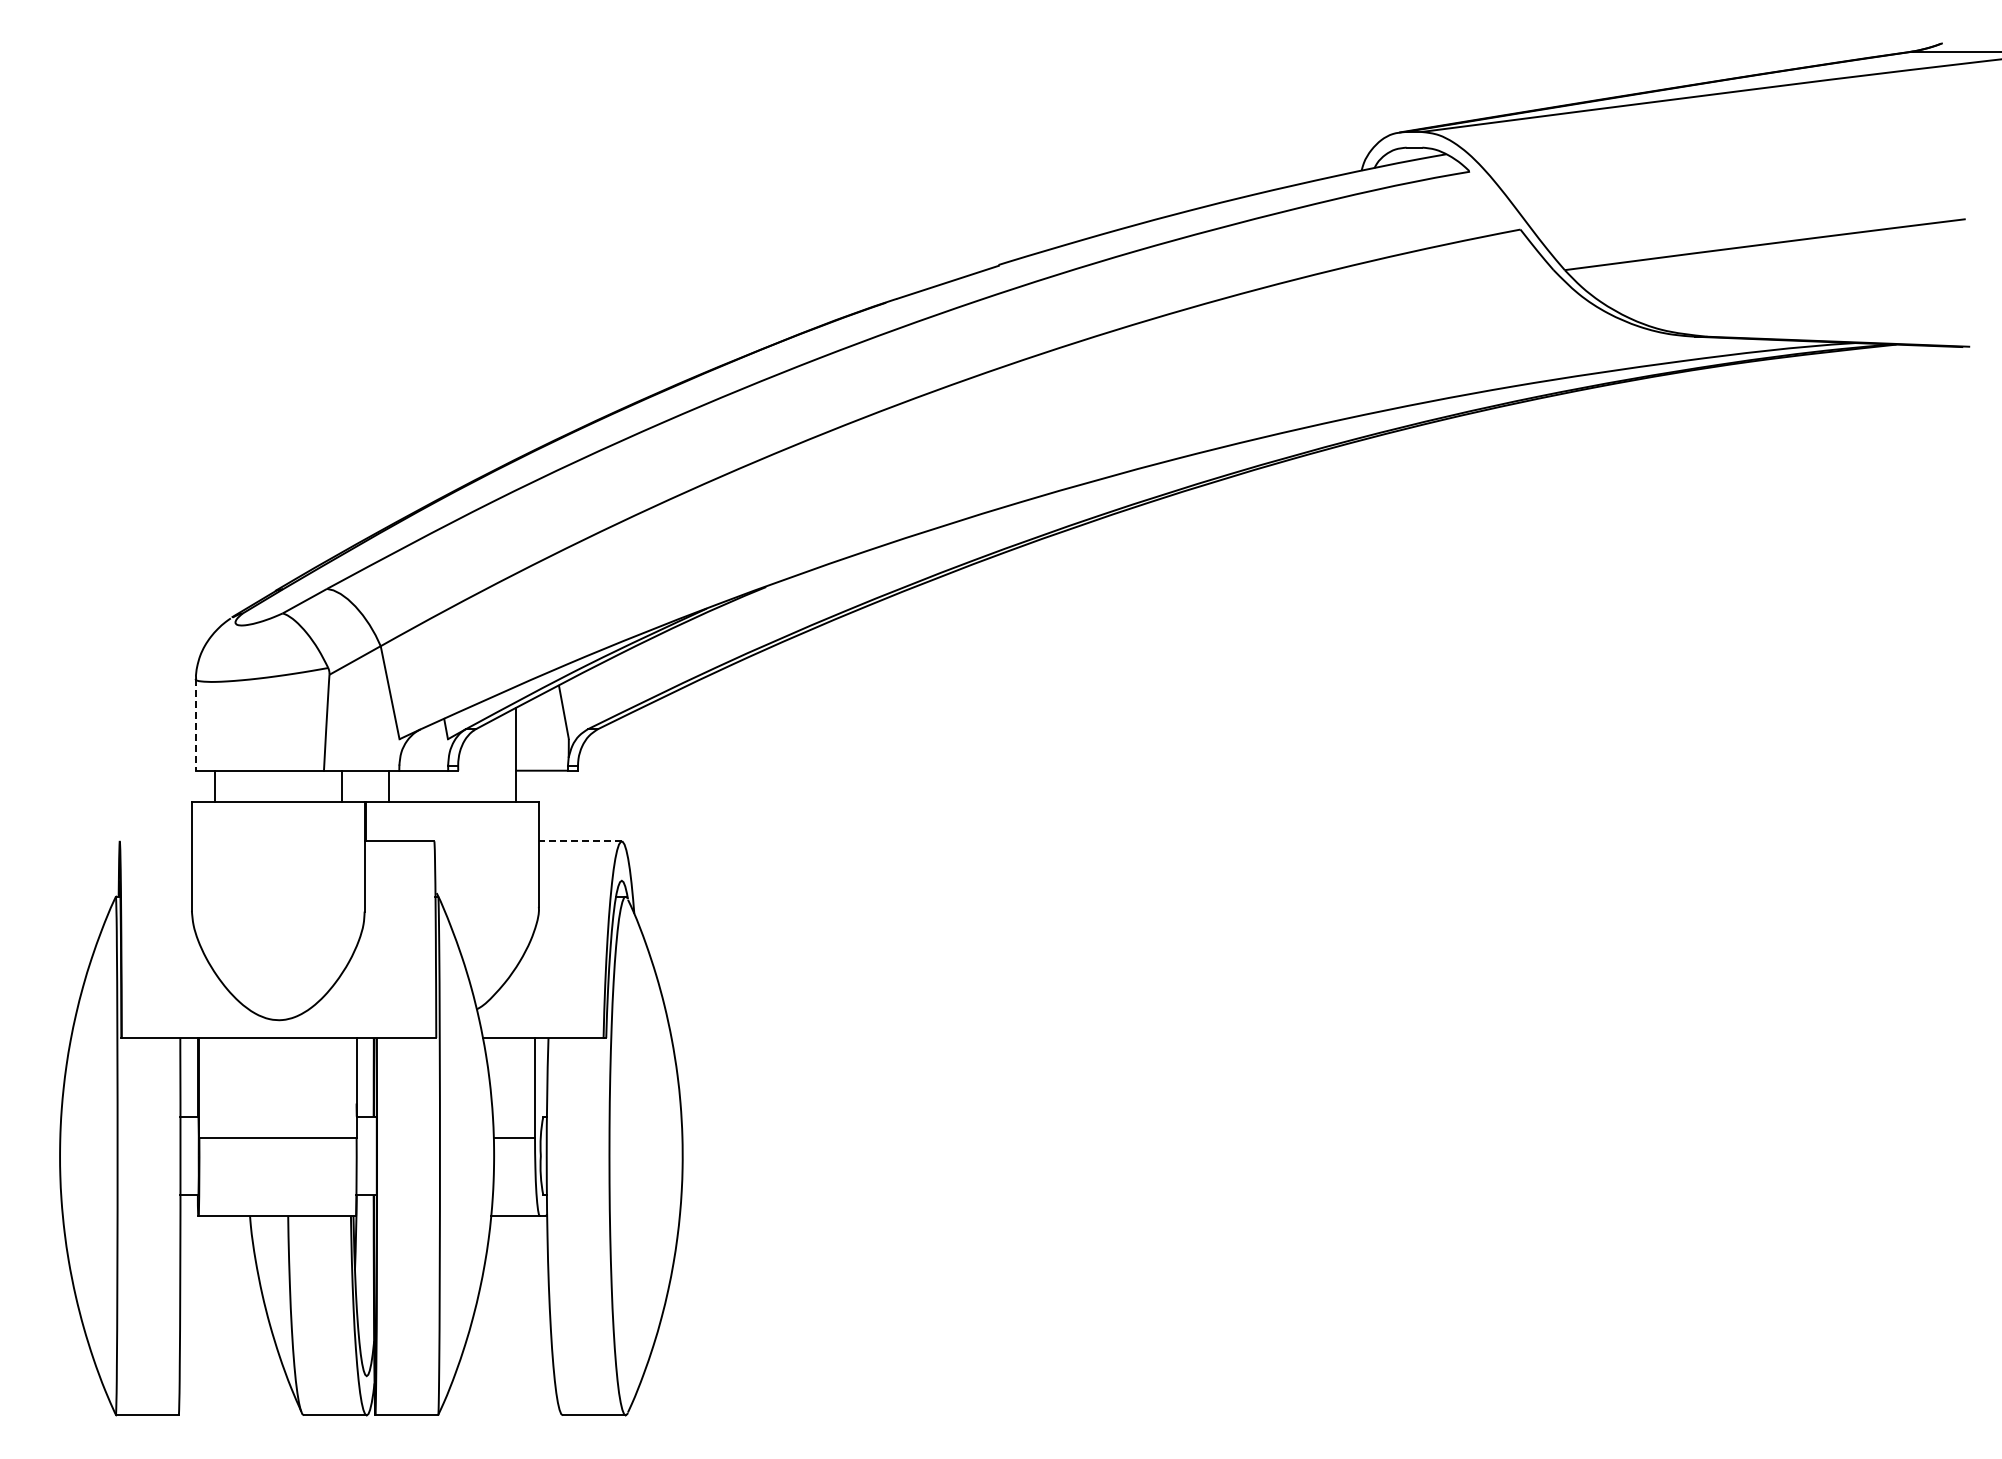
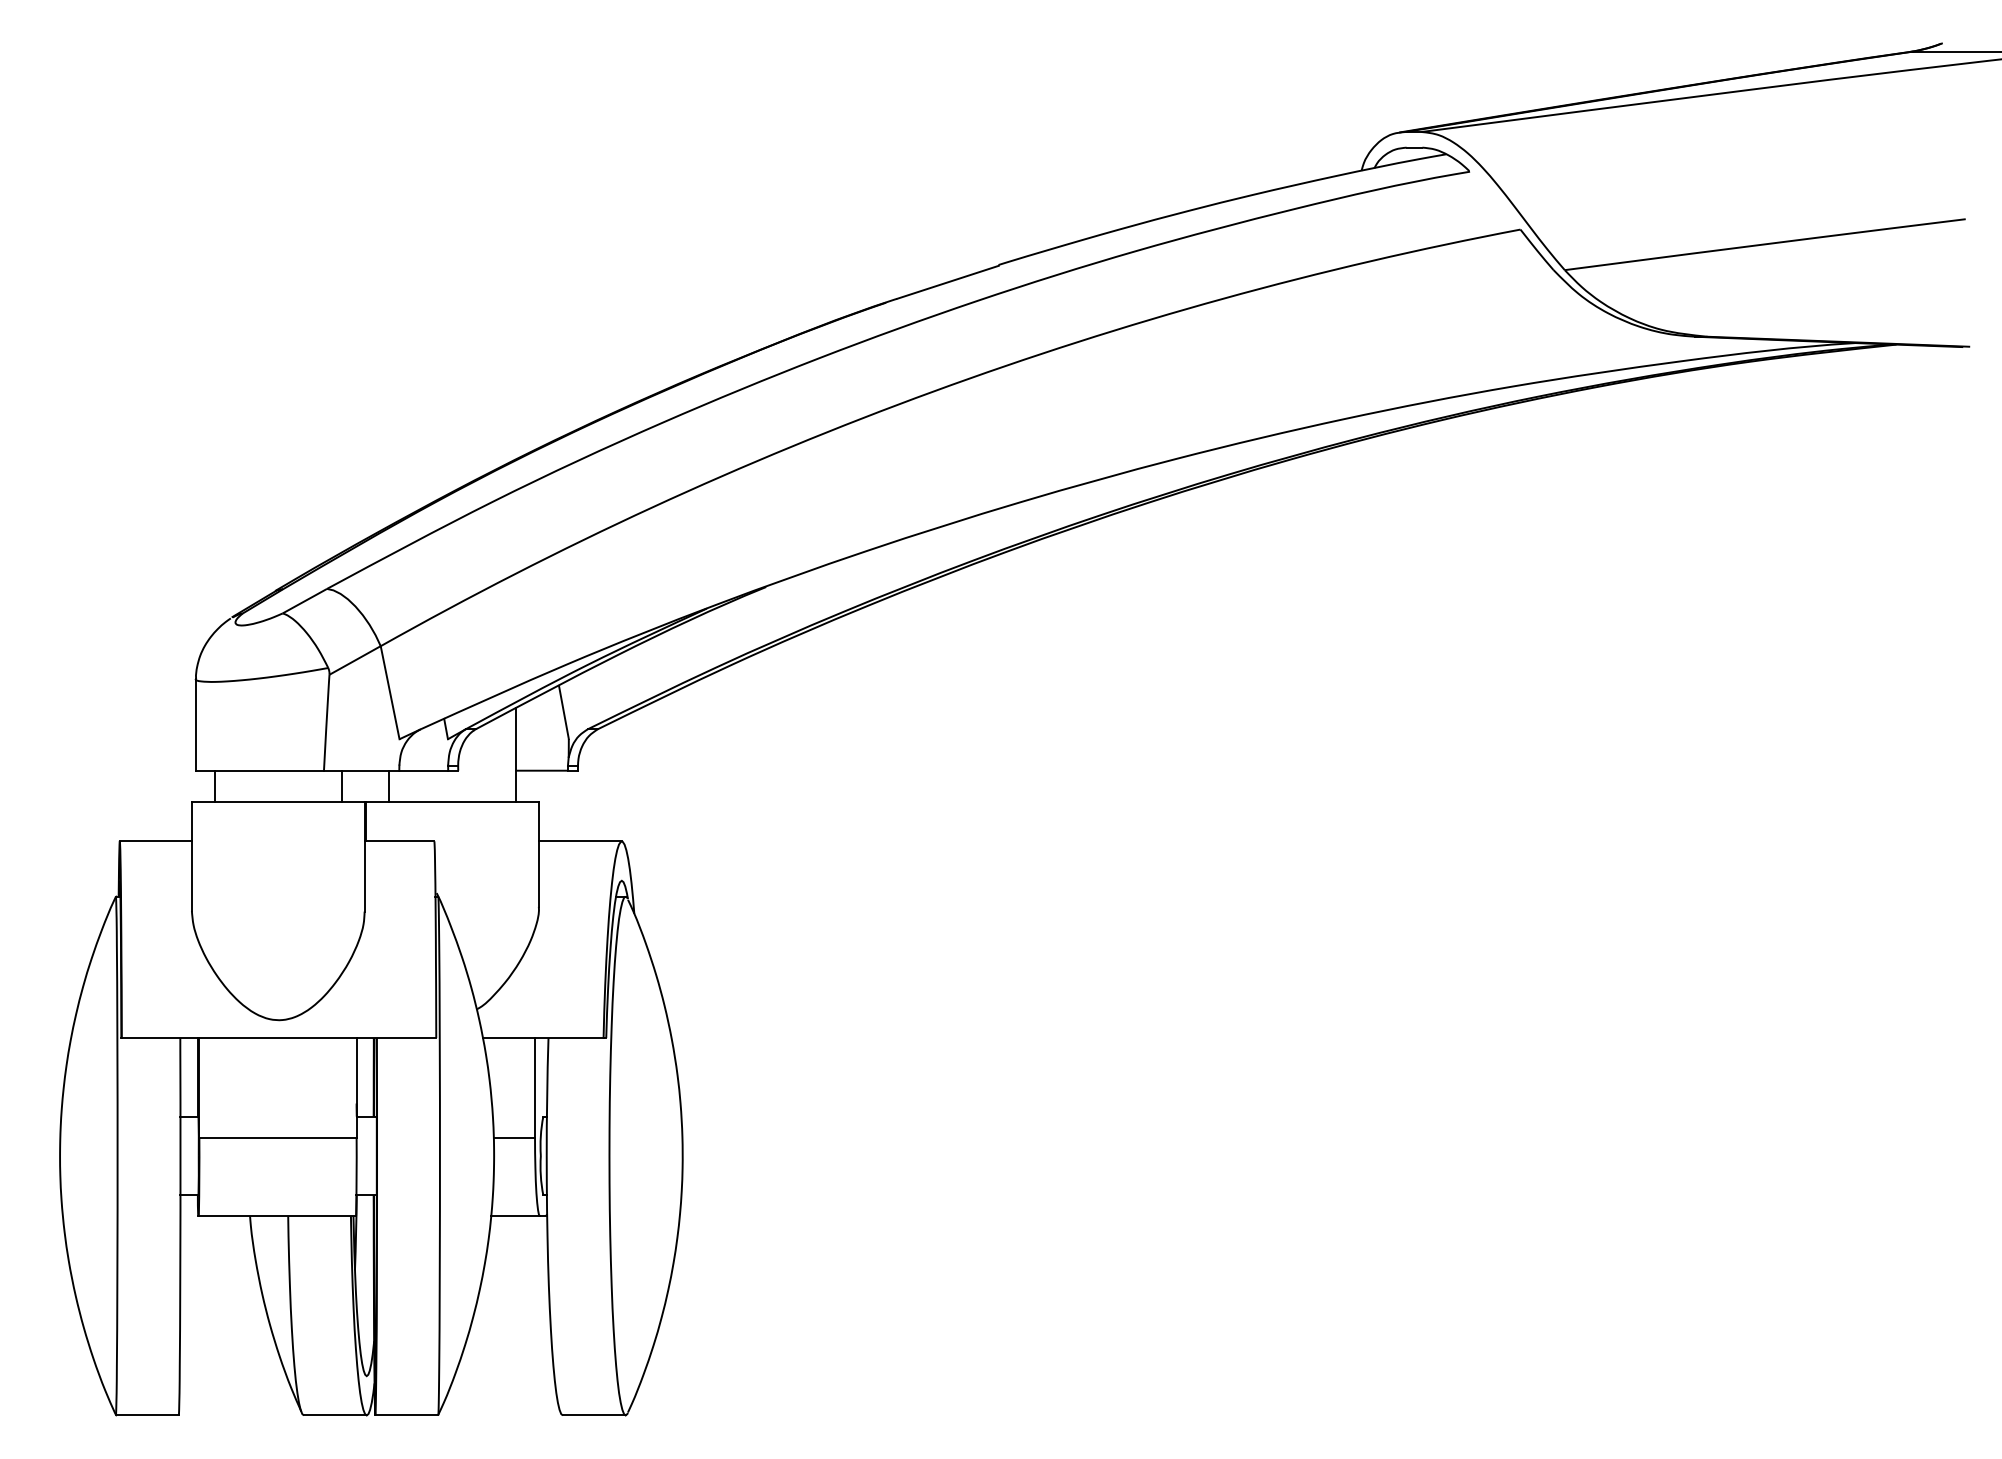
line at (196, 724): dashed -> solid
line at (155, 841): none -> present
line at (579, 841): dashed -> solid
